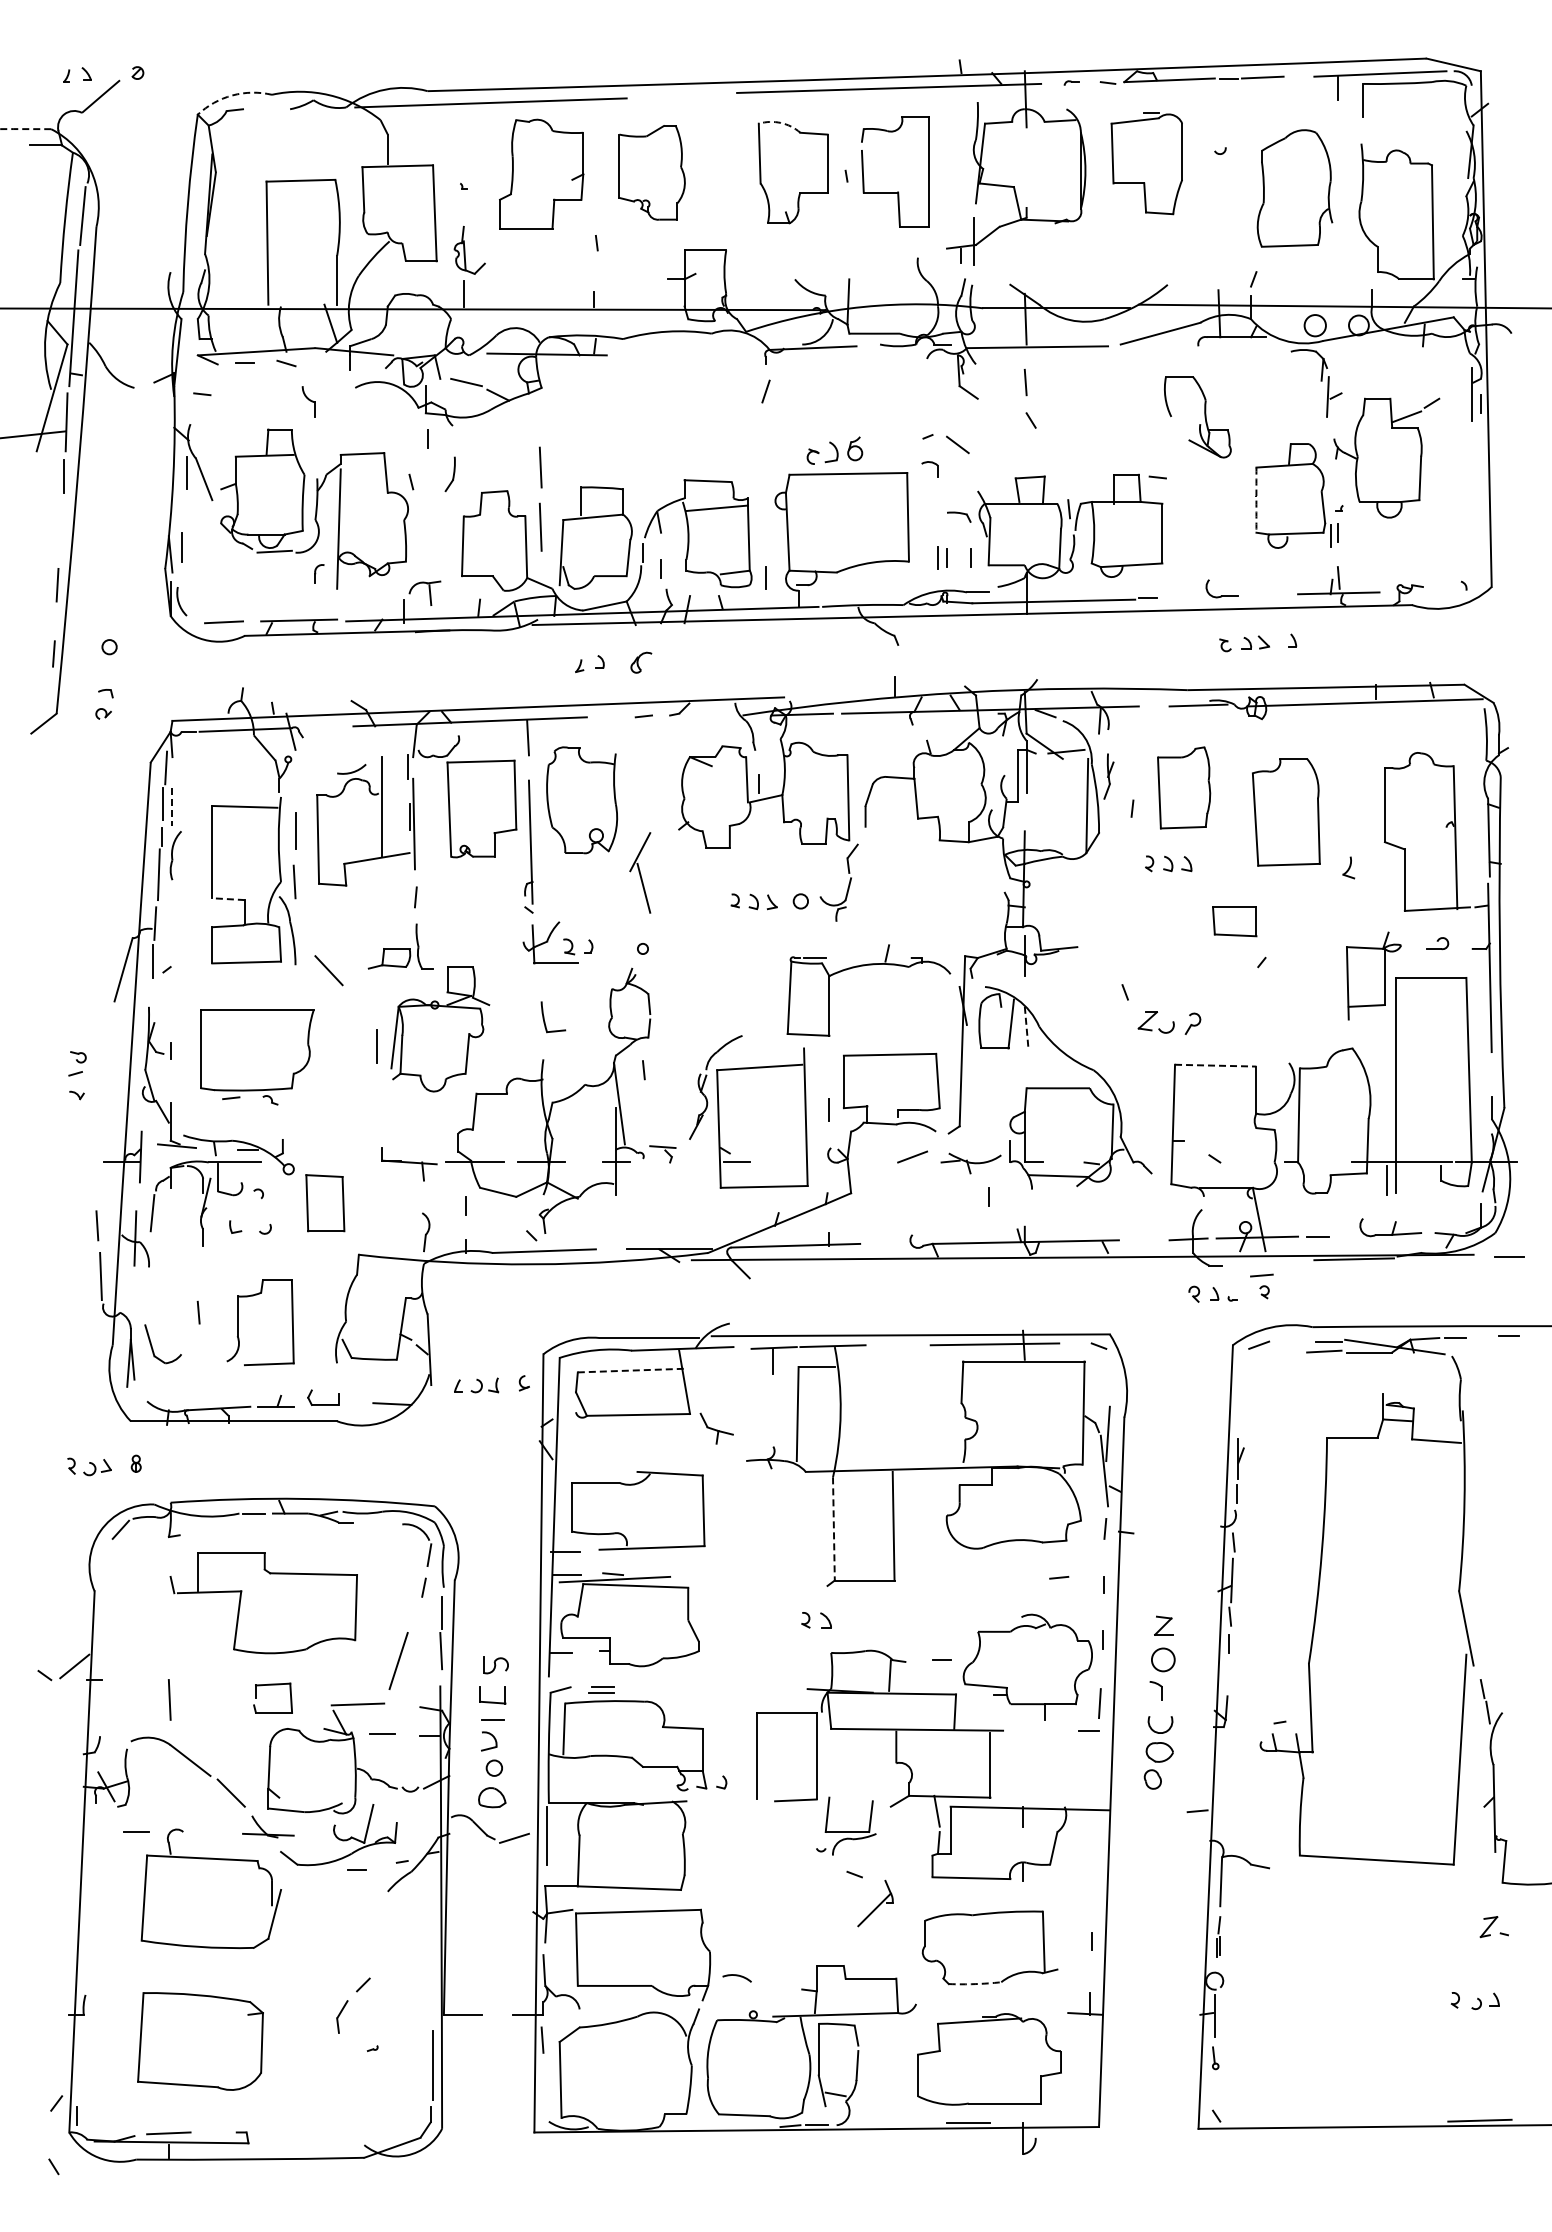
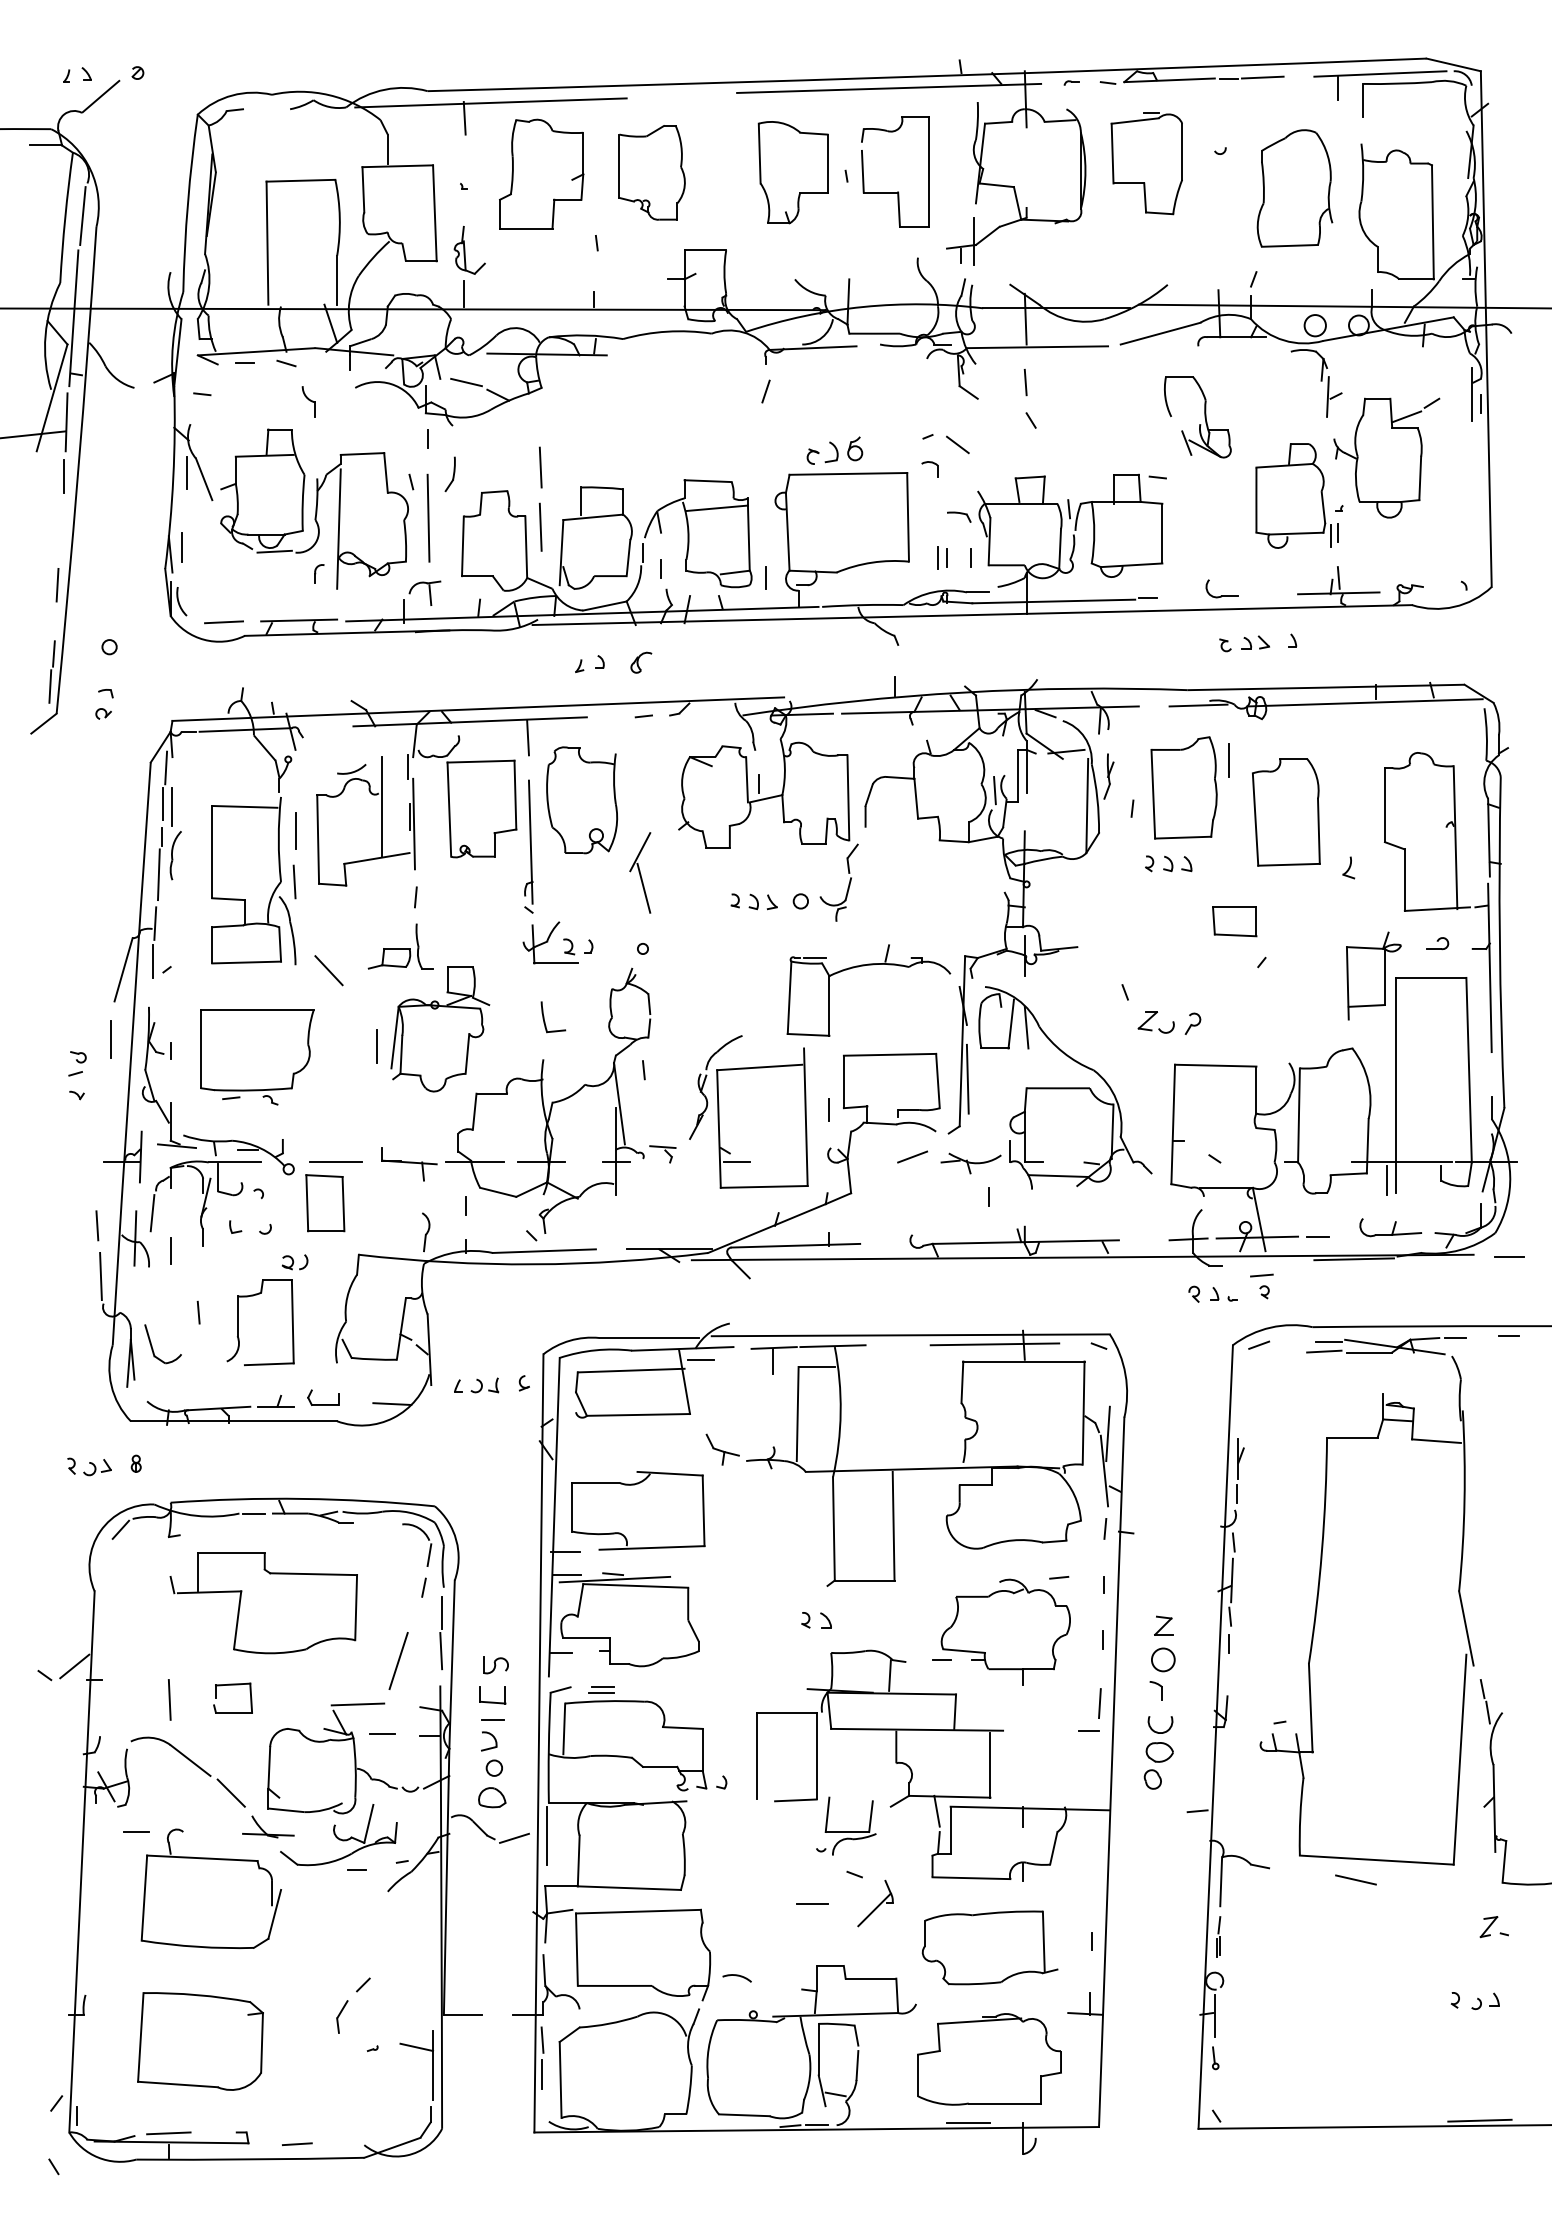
arc at (232, 95): dashed -> solid
line at (464, 118): none -> present
arc at (780, 122): dashed -> solid
arc at (25, 129): dashed -> solid
line at (1186, 442): none -> present
arc at (1256, 500): dashed -> solid
line at (428, 517): none -> present
line at (50, 686): none -> present
line at (1229, 760): none -> present
part at (1184, 787) size: 55x84 px -> 68x104 px
line at (994, 790): none -> present
line at (172, 807): dashed -> solid
line at (228, 899): dashed -> solid
line at (1026, 1027): dashed -> solid
line at (110, 1039): none -> present
line at (1215, 1065): dashed -> solid
line at (967, 1078): none -> present
line at (335, 1161): none -> present
line at (170, 1250): none -> present
part at (294, 1262): none -> present
line at (700, 1359): none -> present
line at (631, 1370): dashed -> solid
part at (716, 1428) position: (716, 1428) -> (722, 1449)
line at (833, 1528): dashed -> solid
part at (1027, 1666) position: (1027, 1666) -> (1005, 1631)
part at (272, 1685) position: (272, 1685) -> (232, 1685)
line at (1355, 1879): none -> present
line at (811, 1904): none -> present
arc at (975, 1984): dashed -> solid
line at (416, 2047): none -> present
line at (541, 2074): none -> present
line at (297, 2143): none -> present
